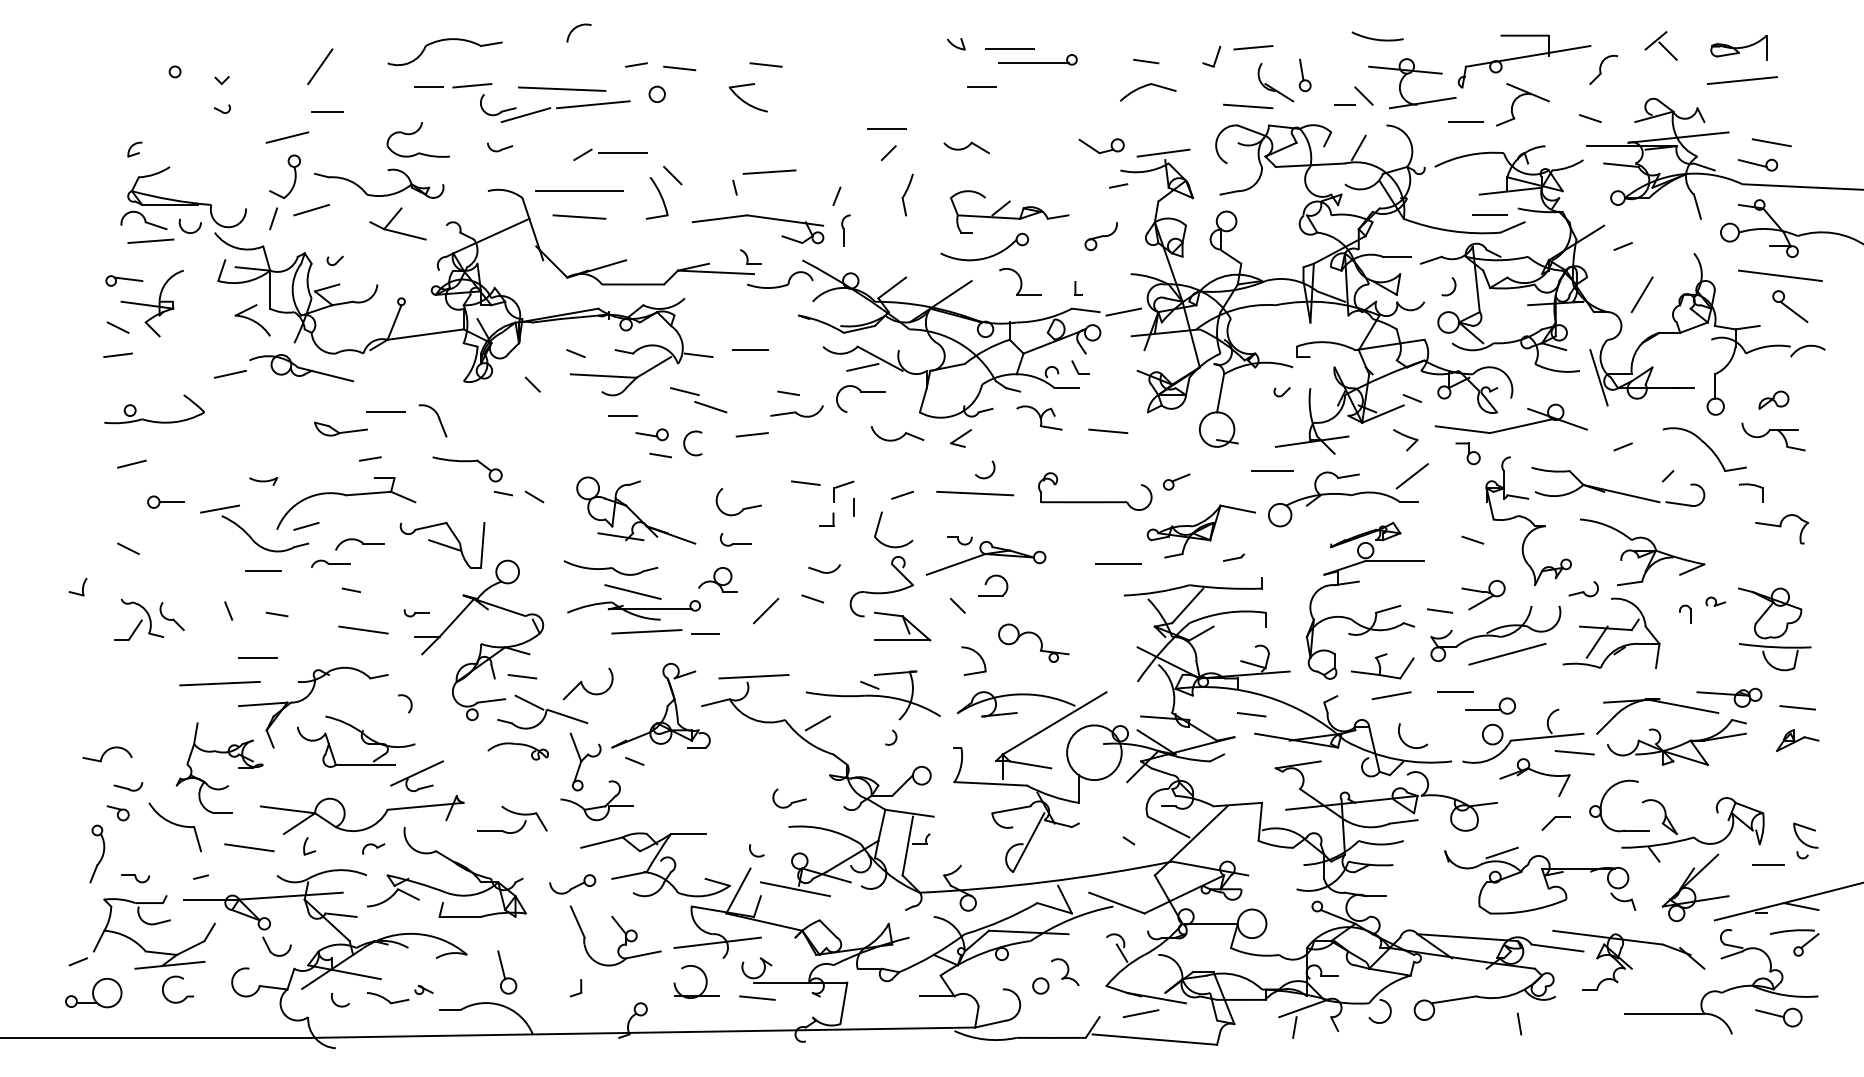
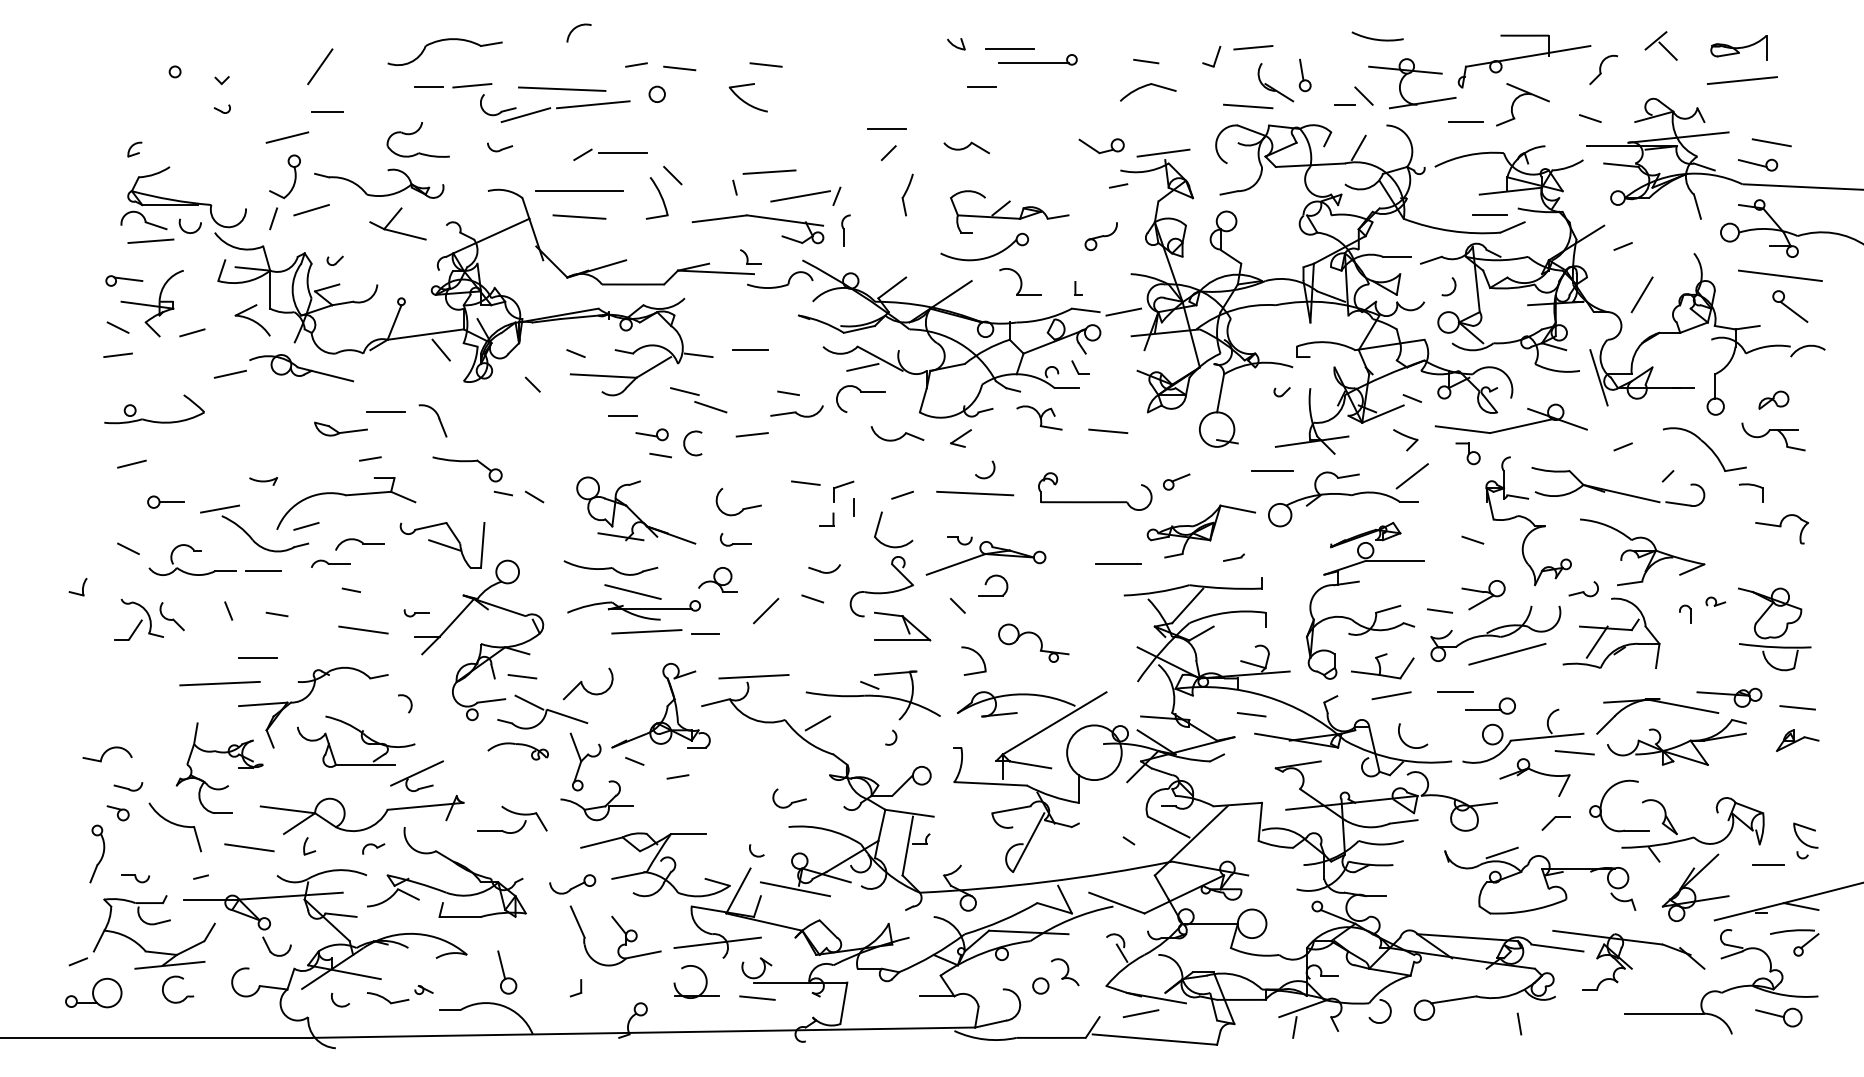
line at (800, 196): none -> present
line at (192, 332): none -> present
line at (440, 349): none -> present
part at (193, 551): none -> present
line at (677, 776): none -> present
